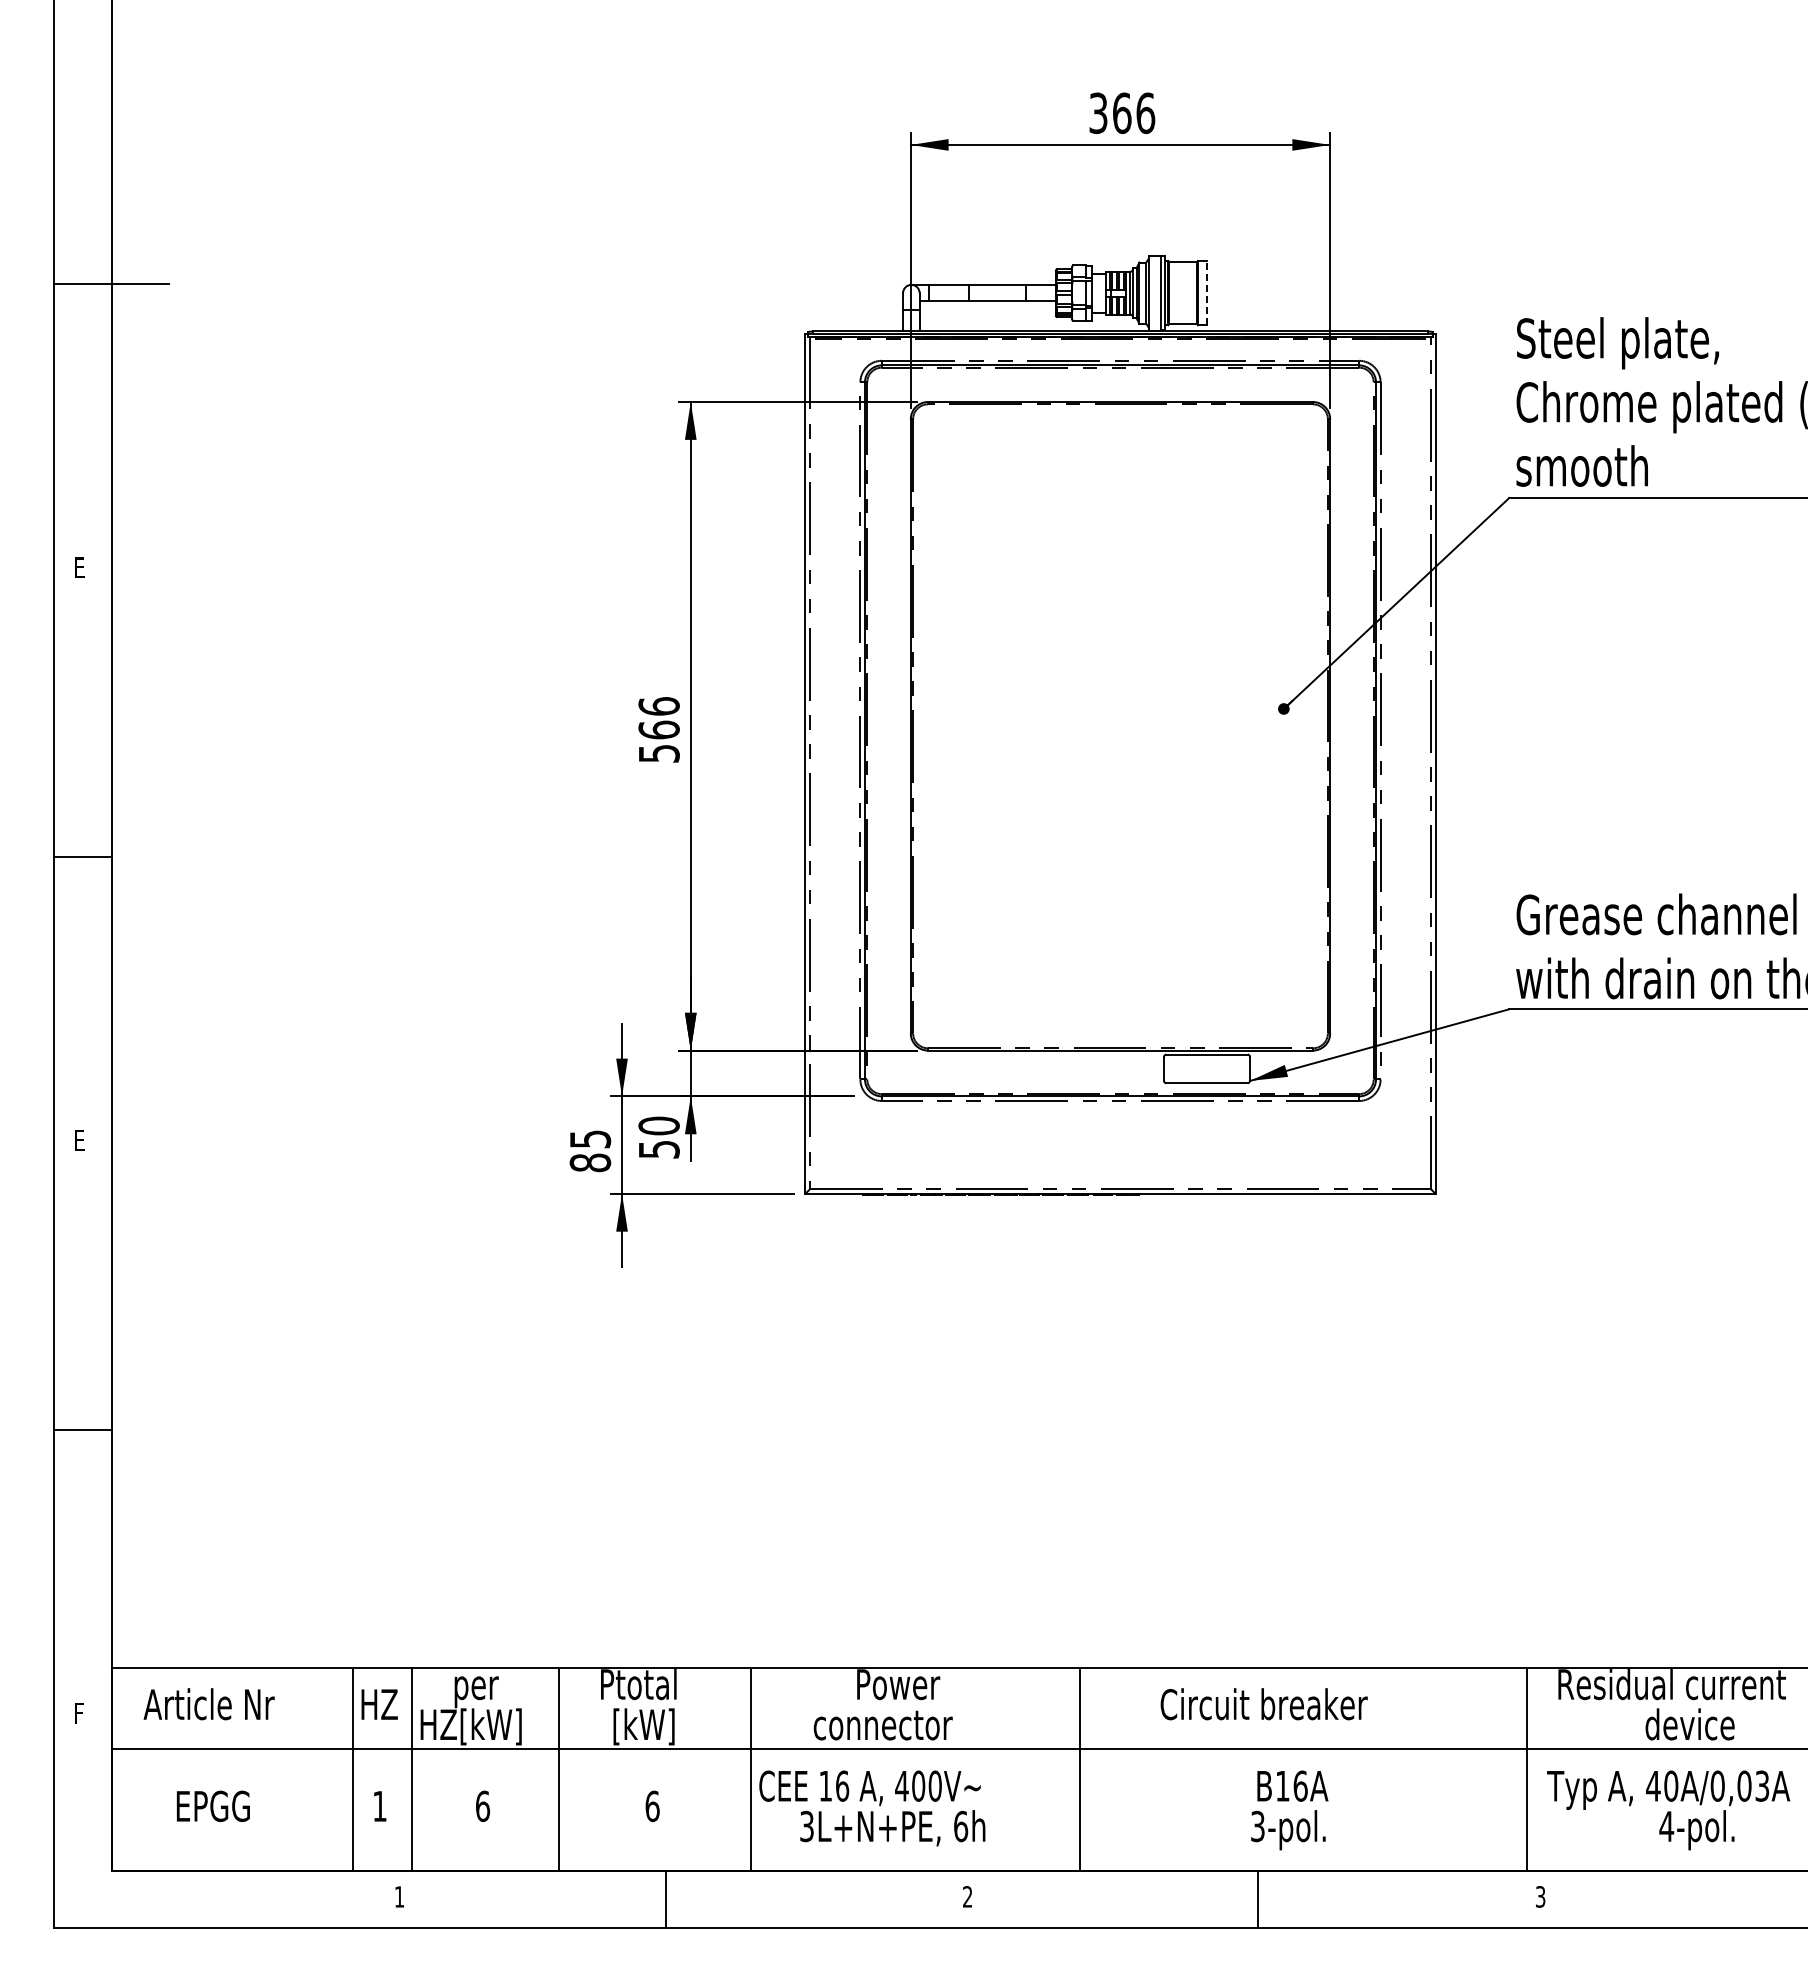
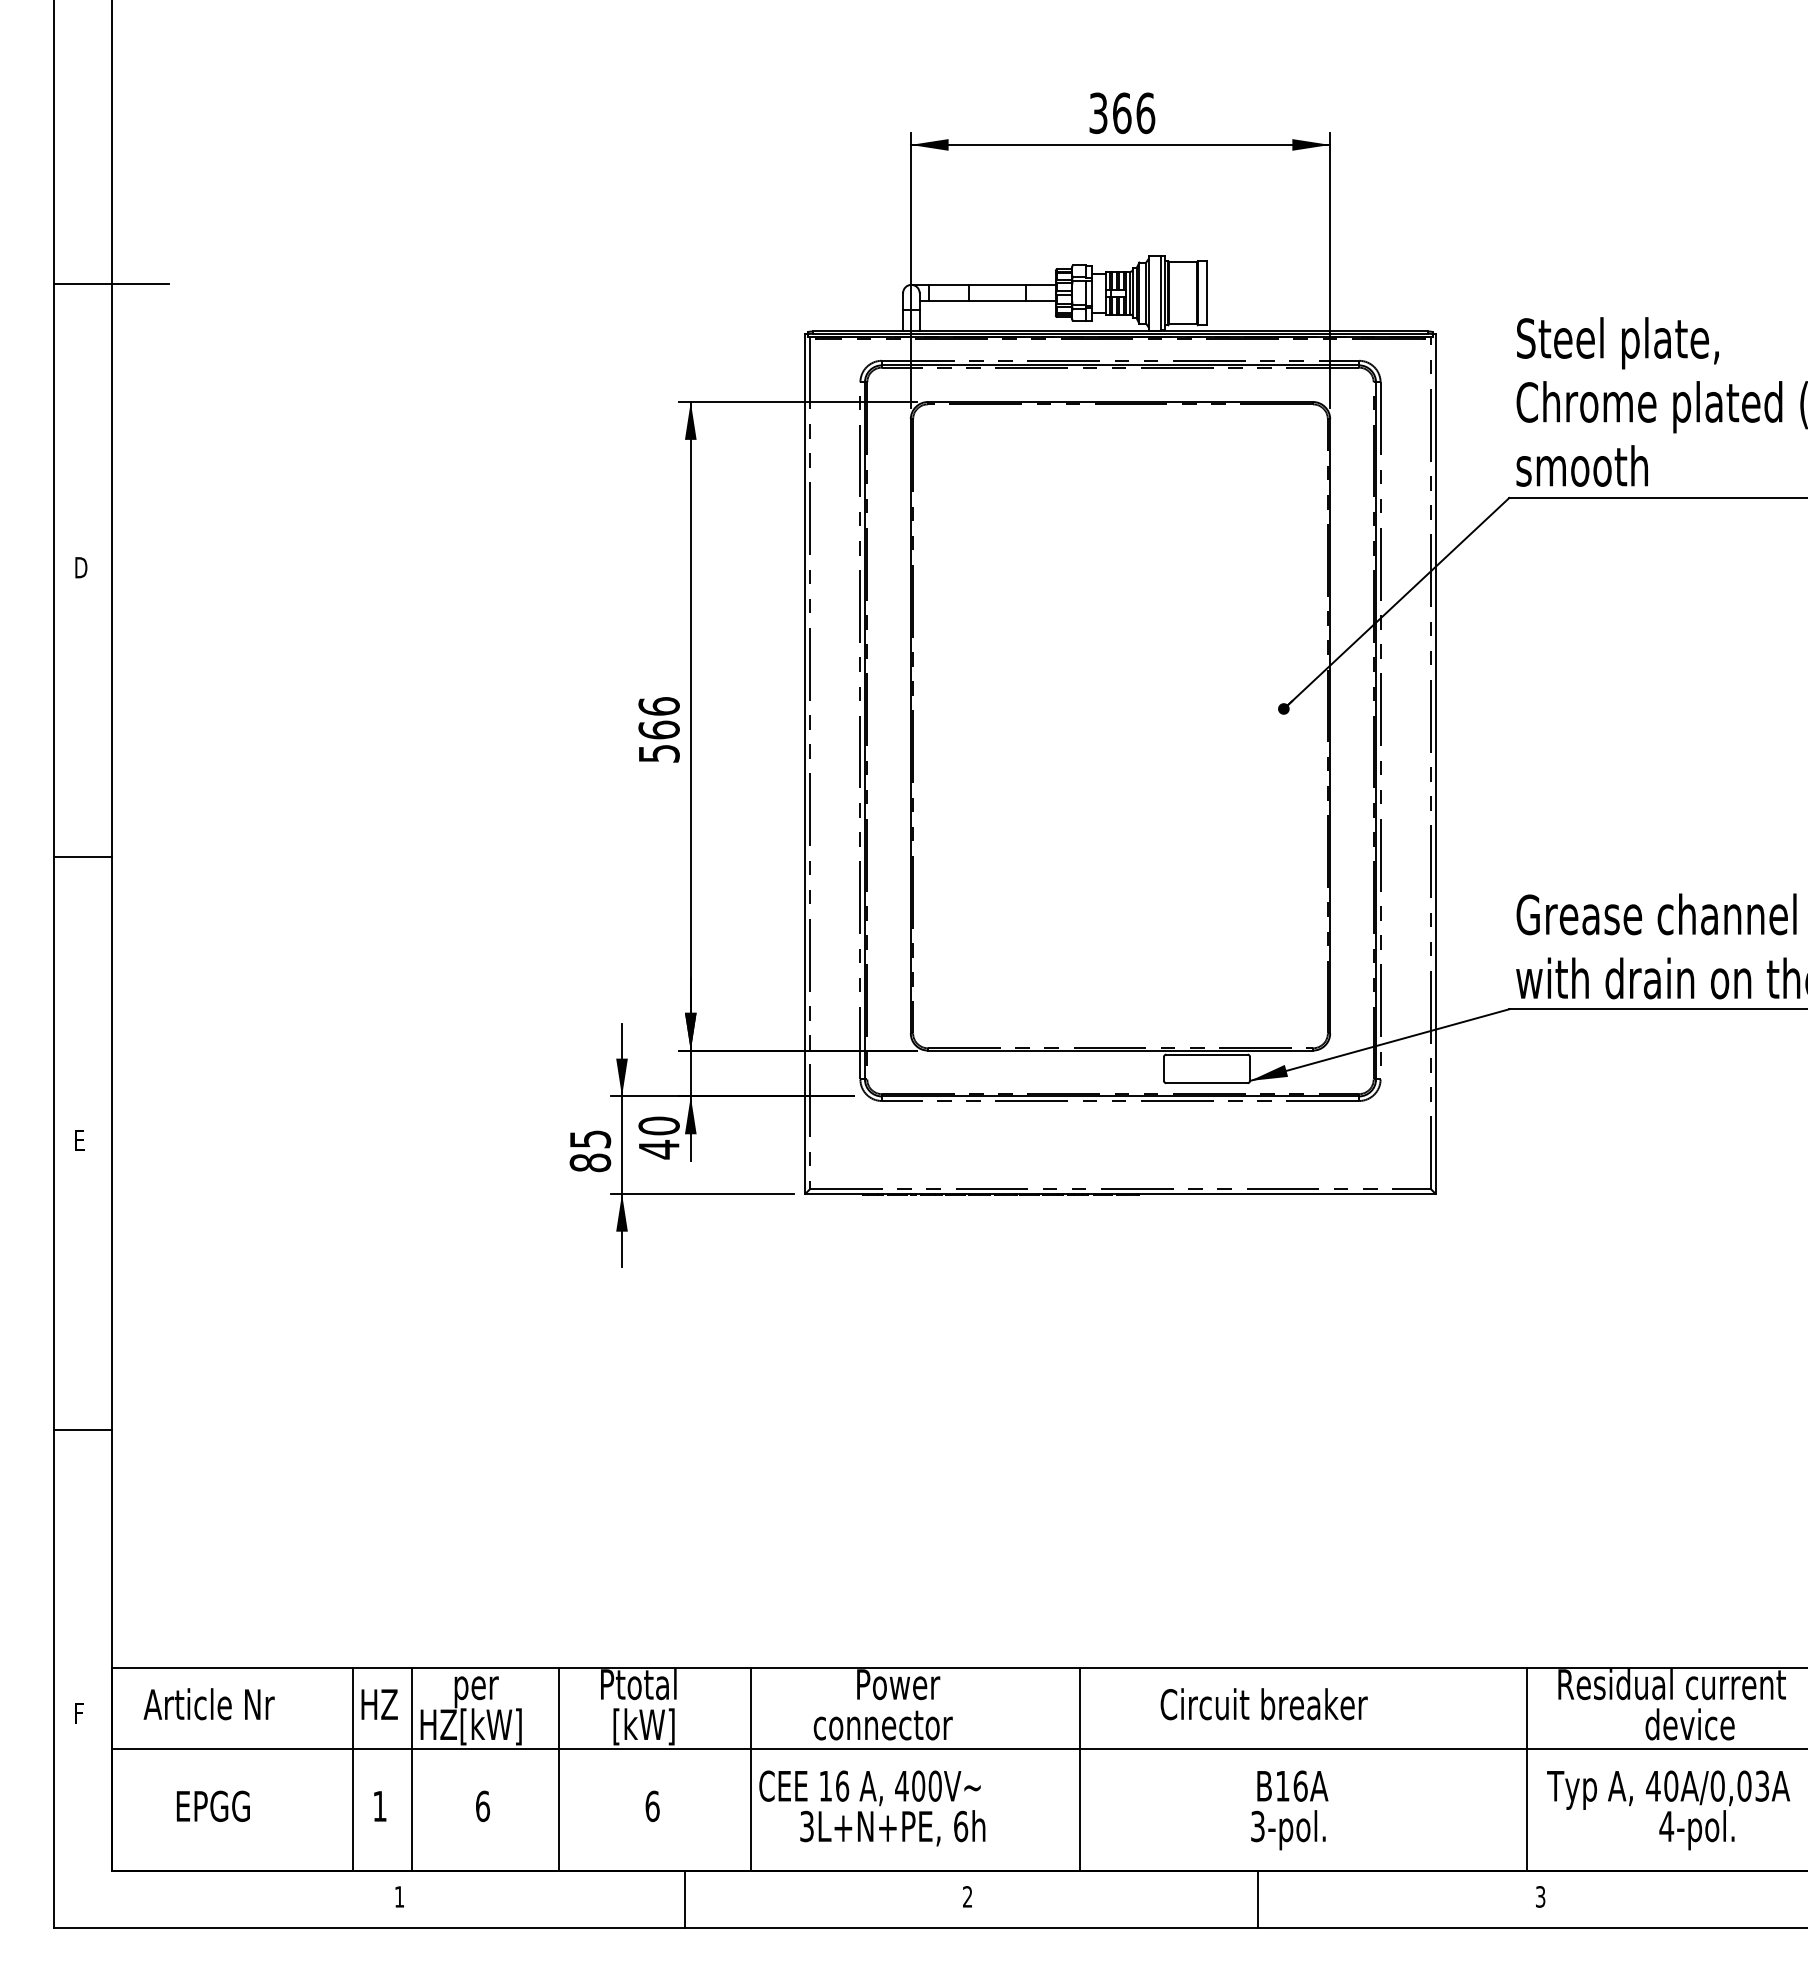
line at (1207, 292): dashed -> solid
text at (81, 567): E -> D
text at (659, 1149): 50 -> 40
line at (665, 1899) position: (665, 1899) -> (684, 1899)
